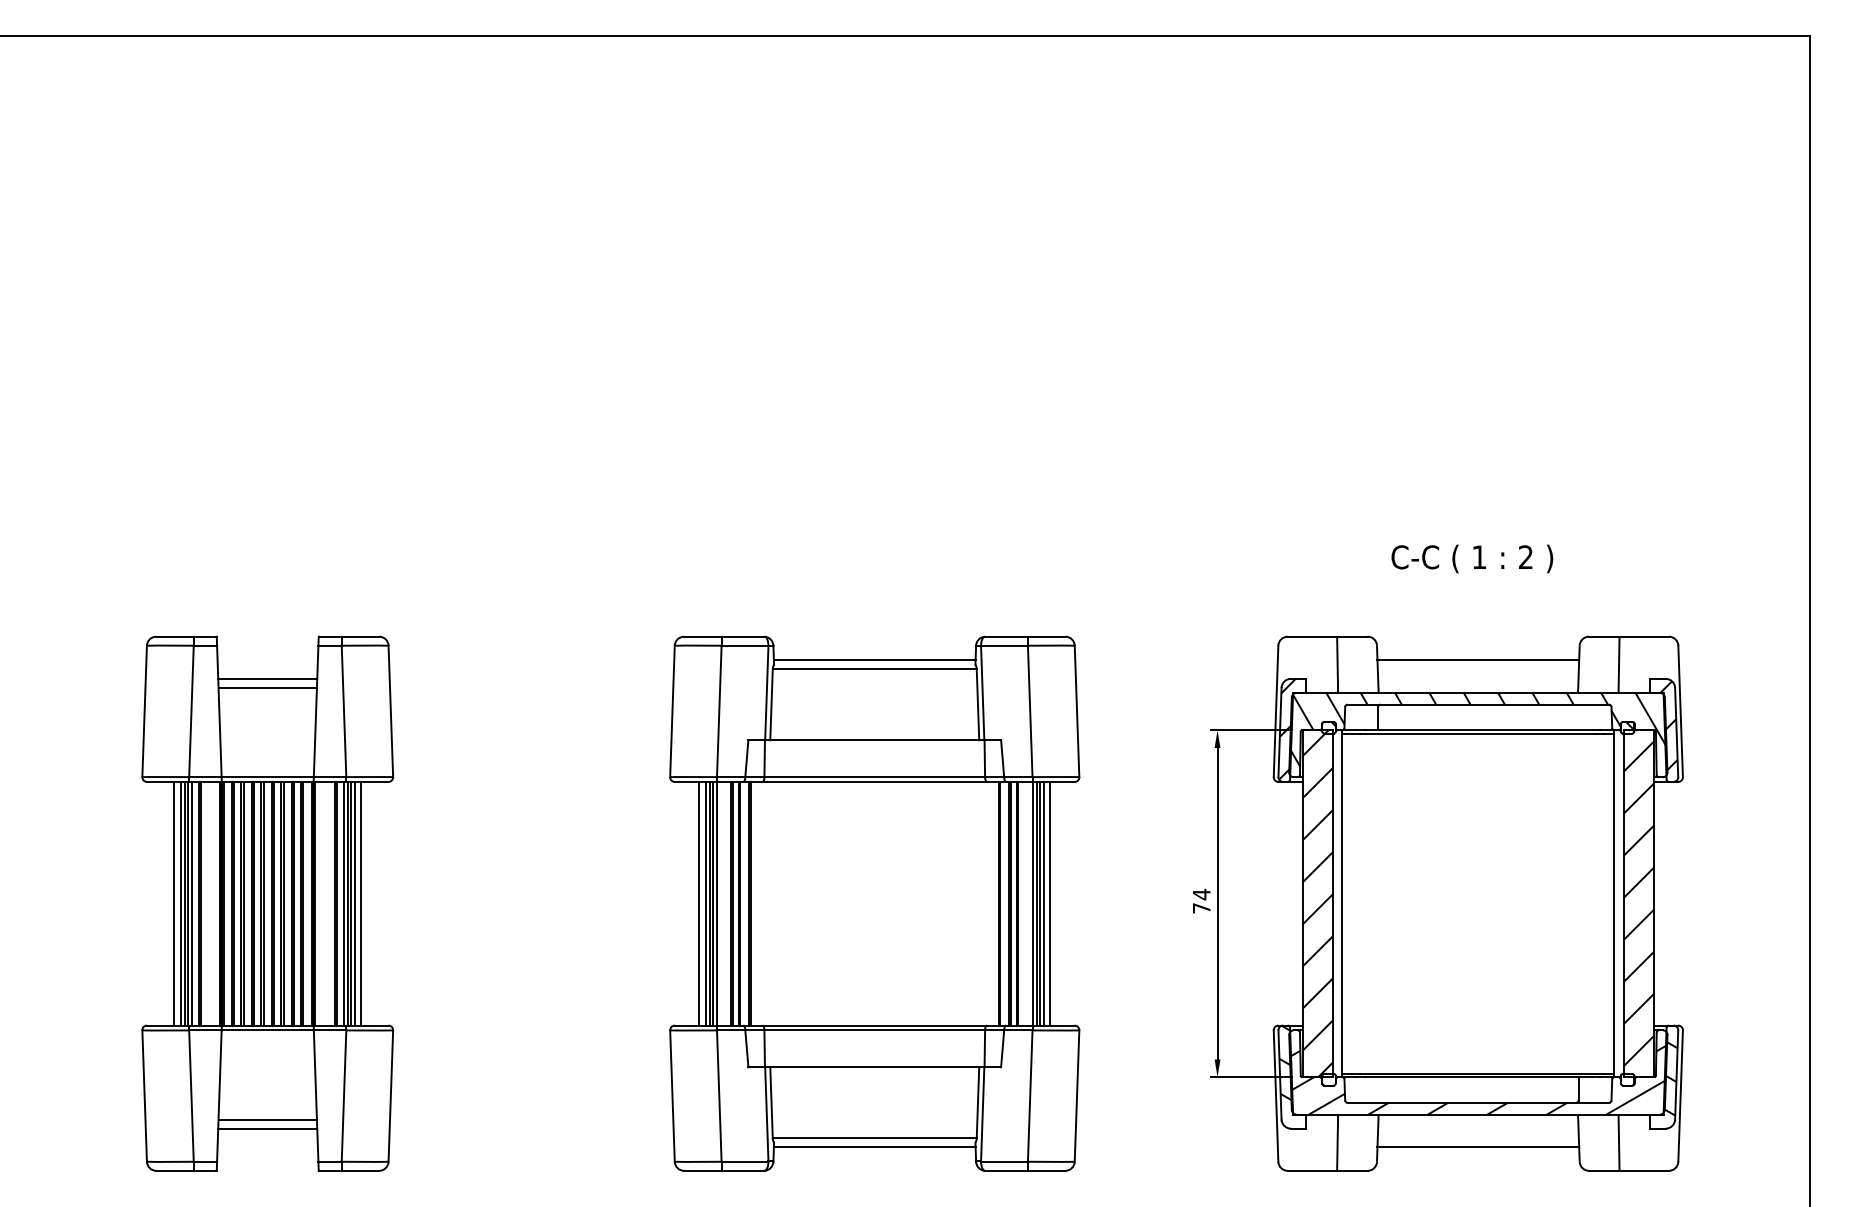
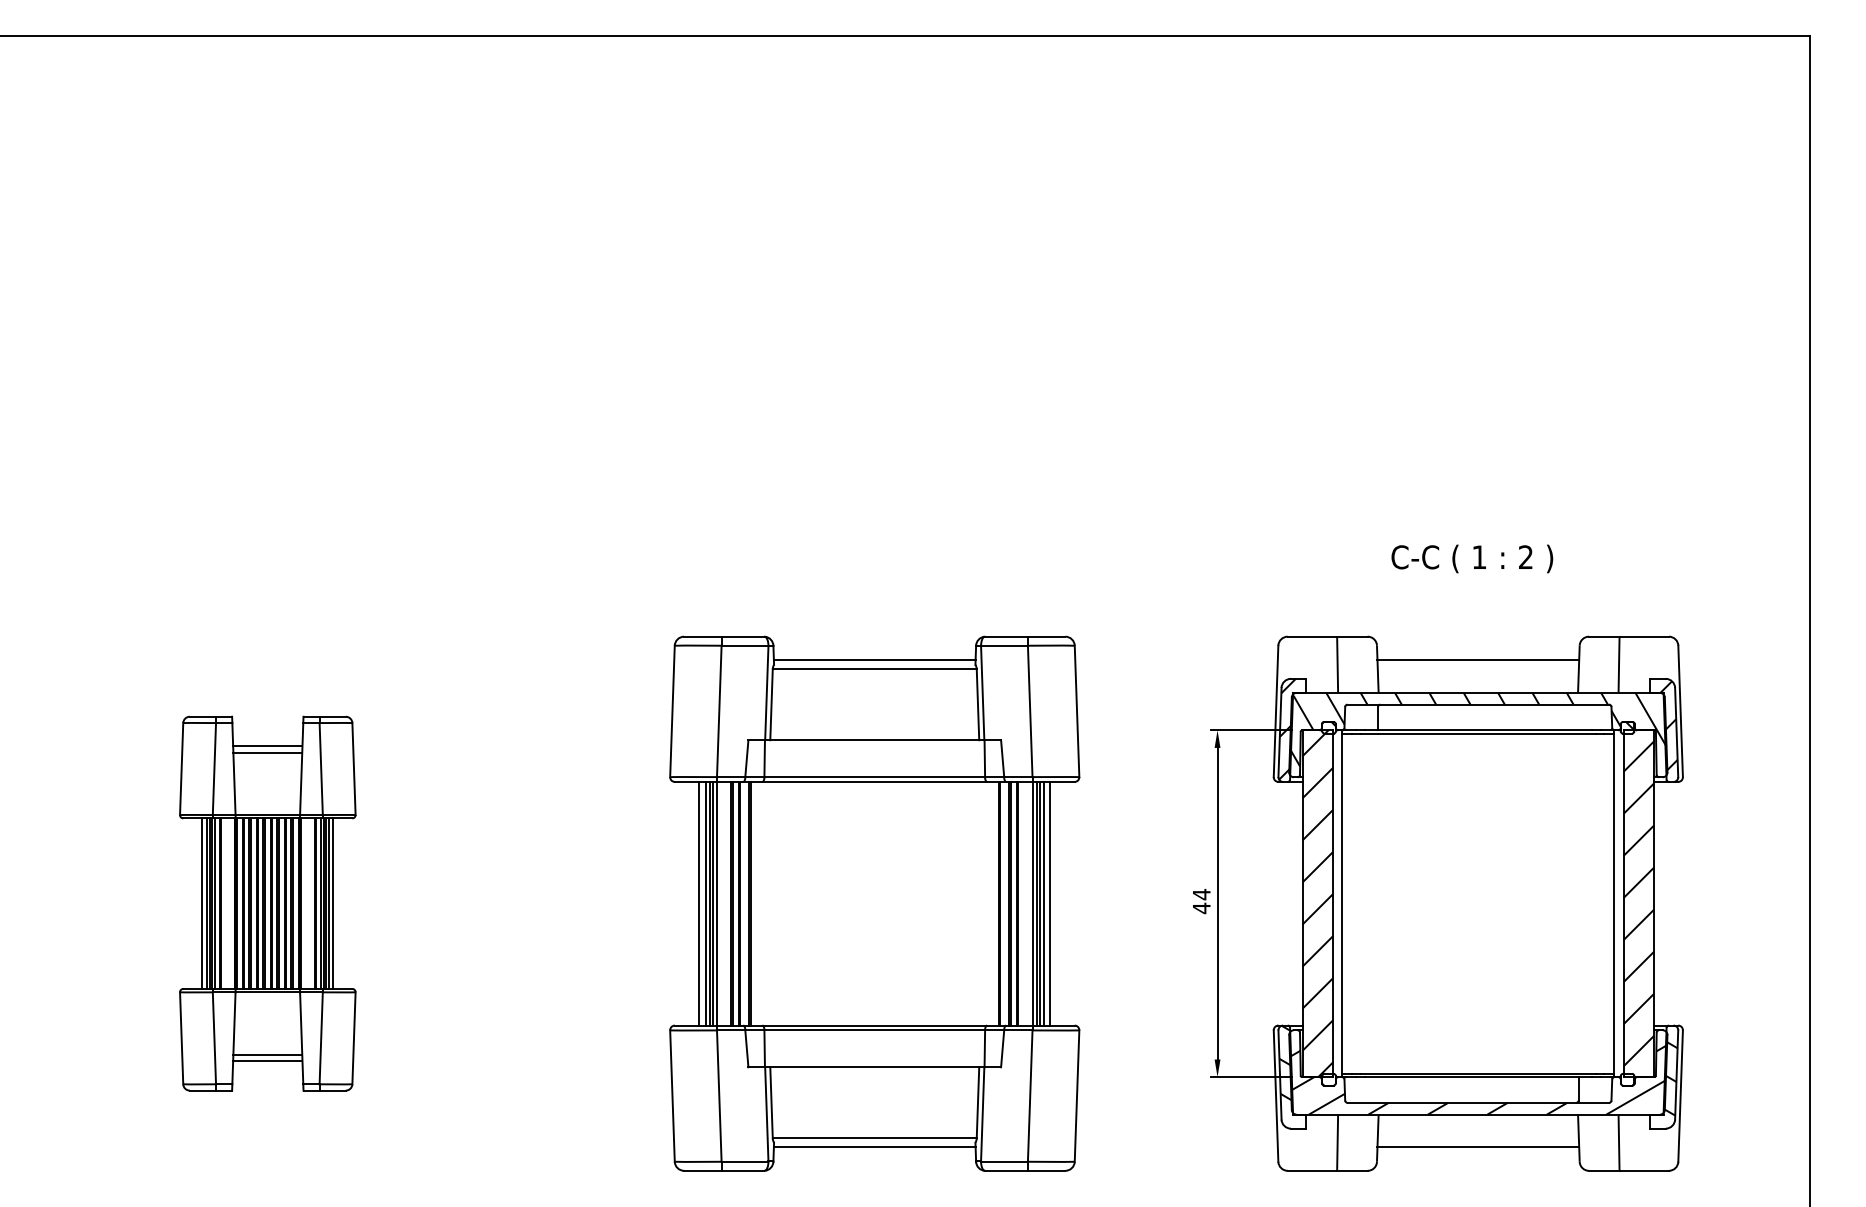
part at (267, 903) size: 254x537 px -> 178x377 px
text at (1201, 908): 74 -> 44
